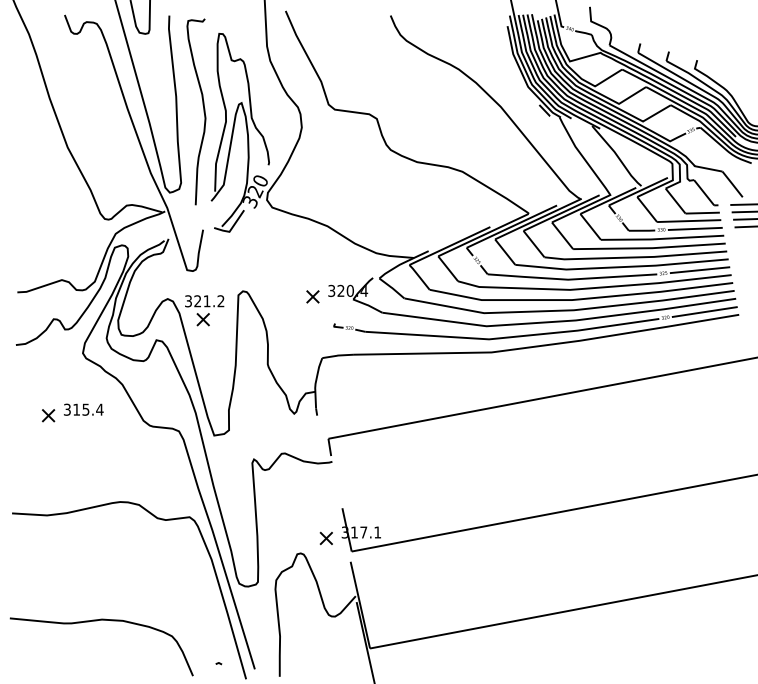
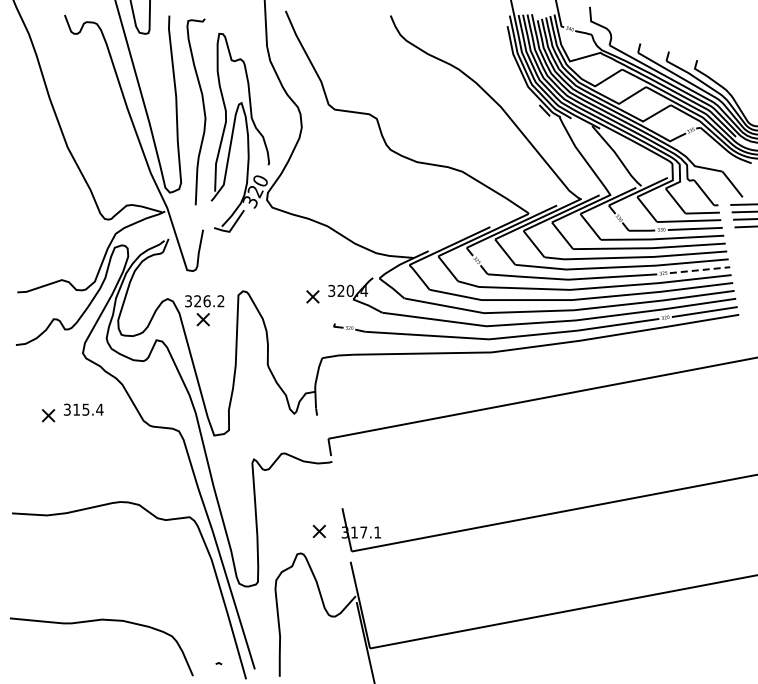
line at (700, 270): solid -> dashed
text at (206, 301): 321.2 -> 326.2
part at (325, 538) position: (325, 538) -> (318, 531)
